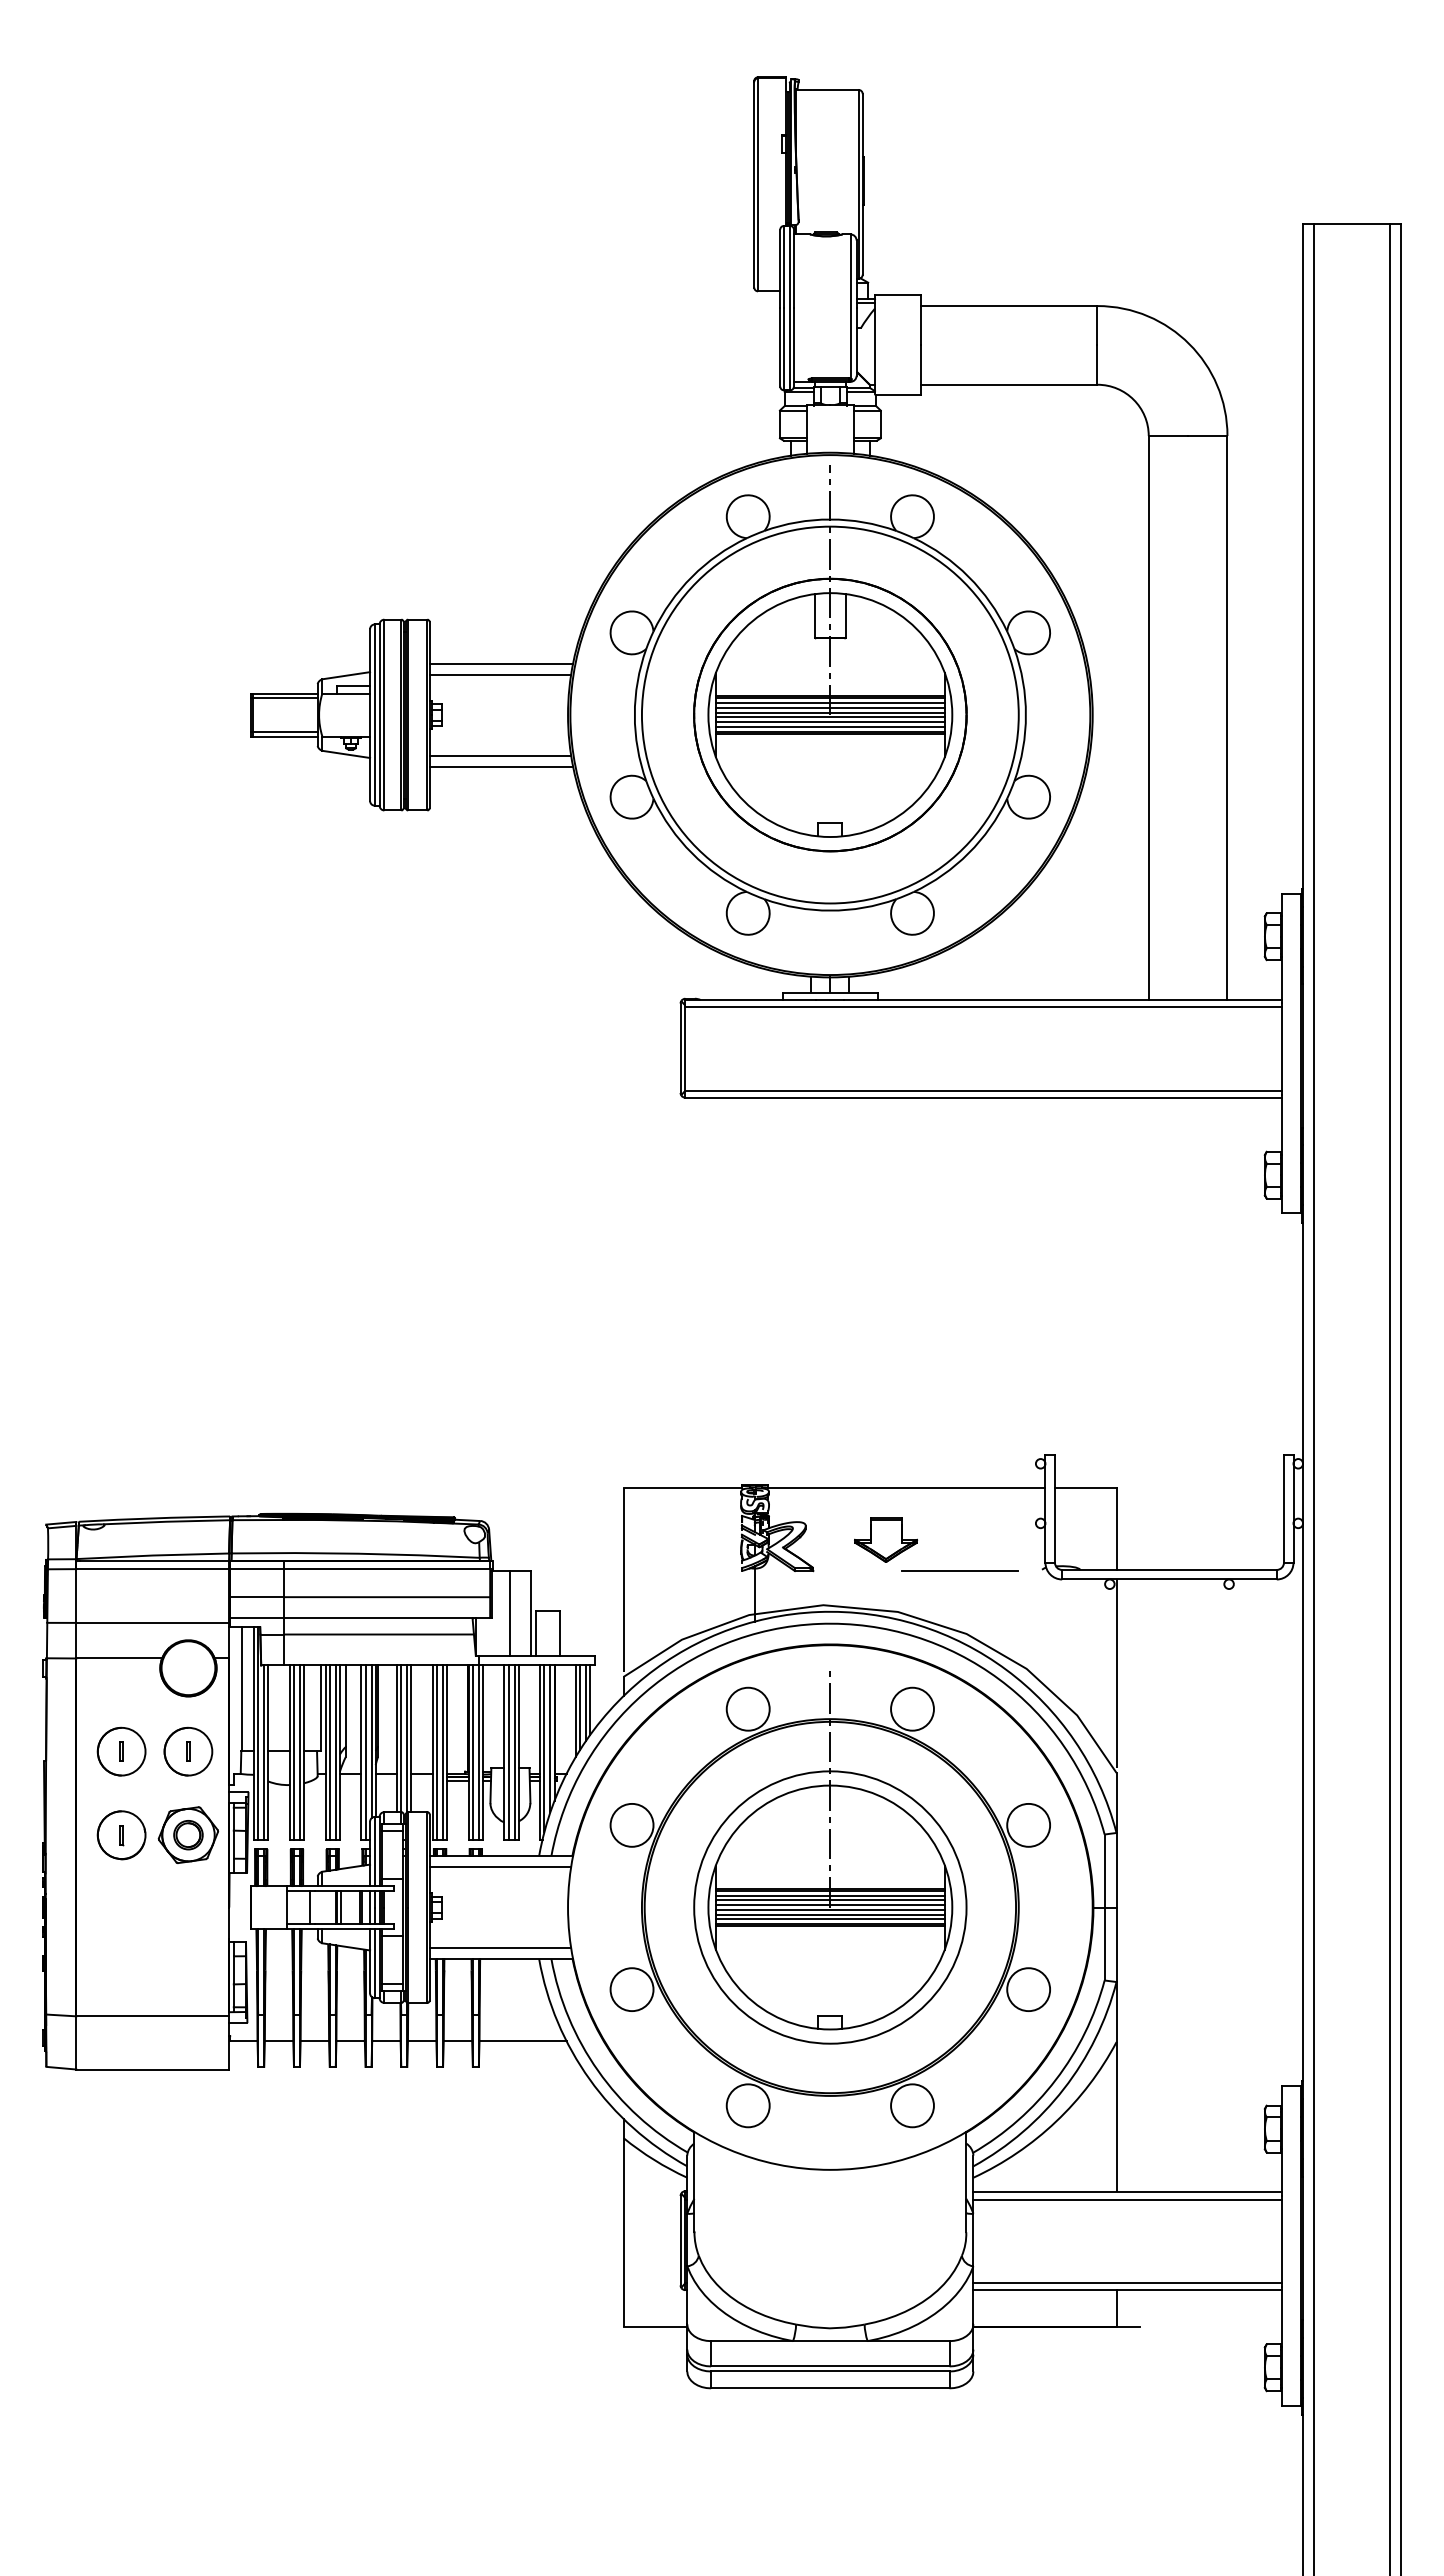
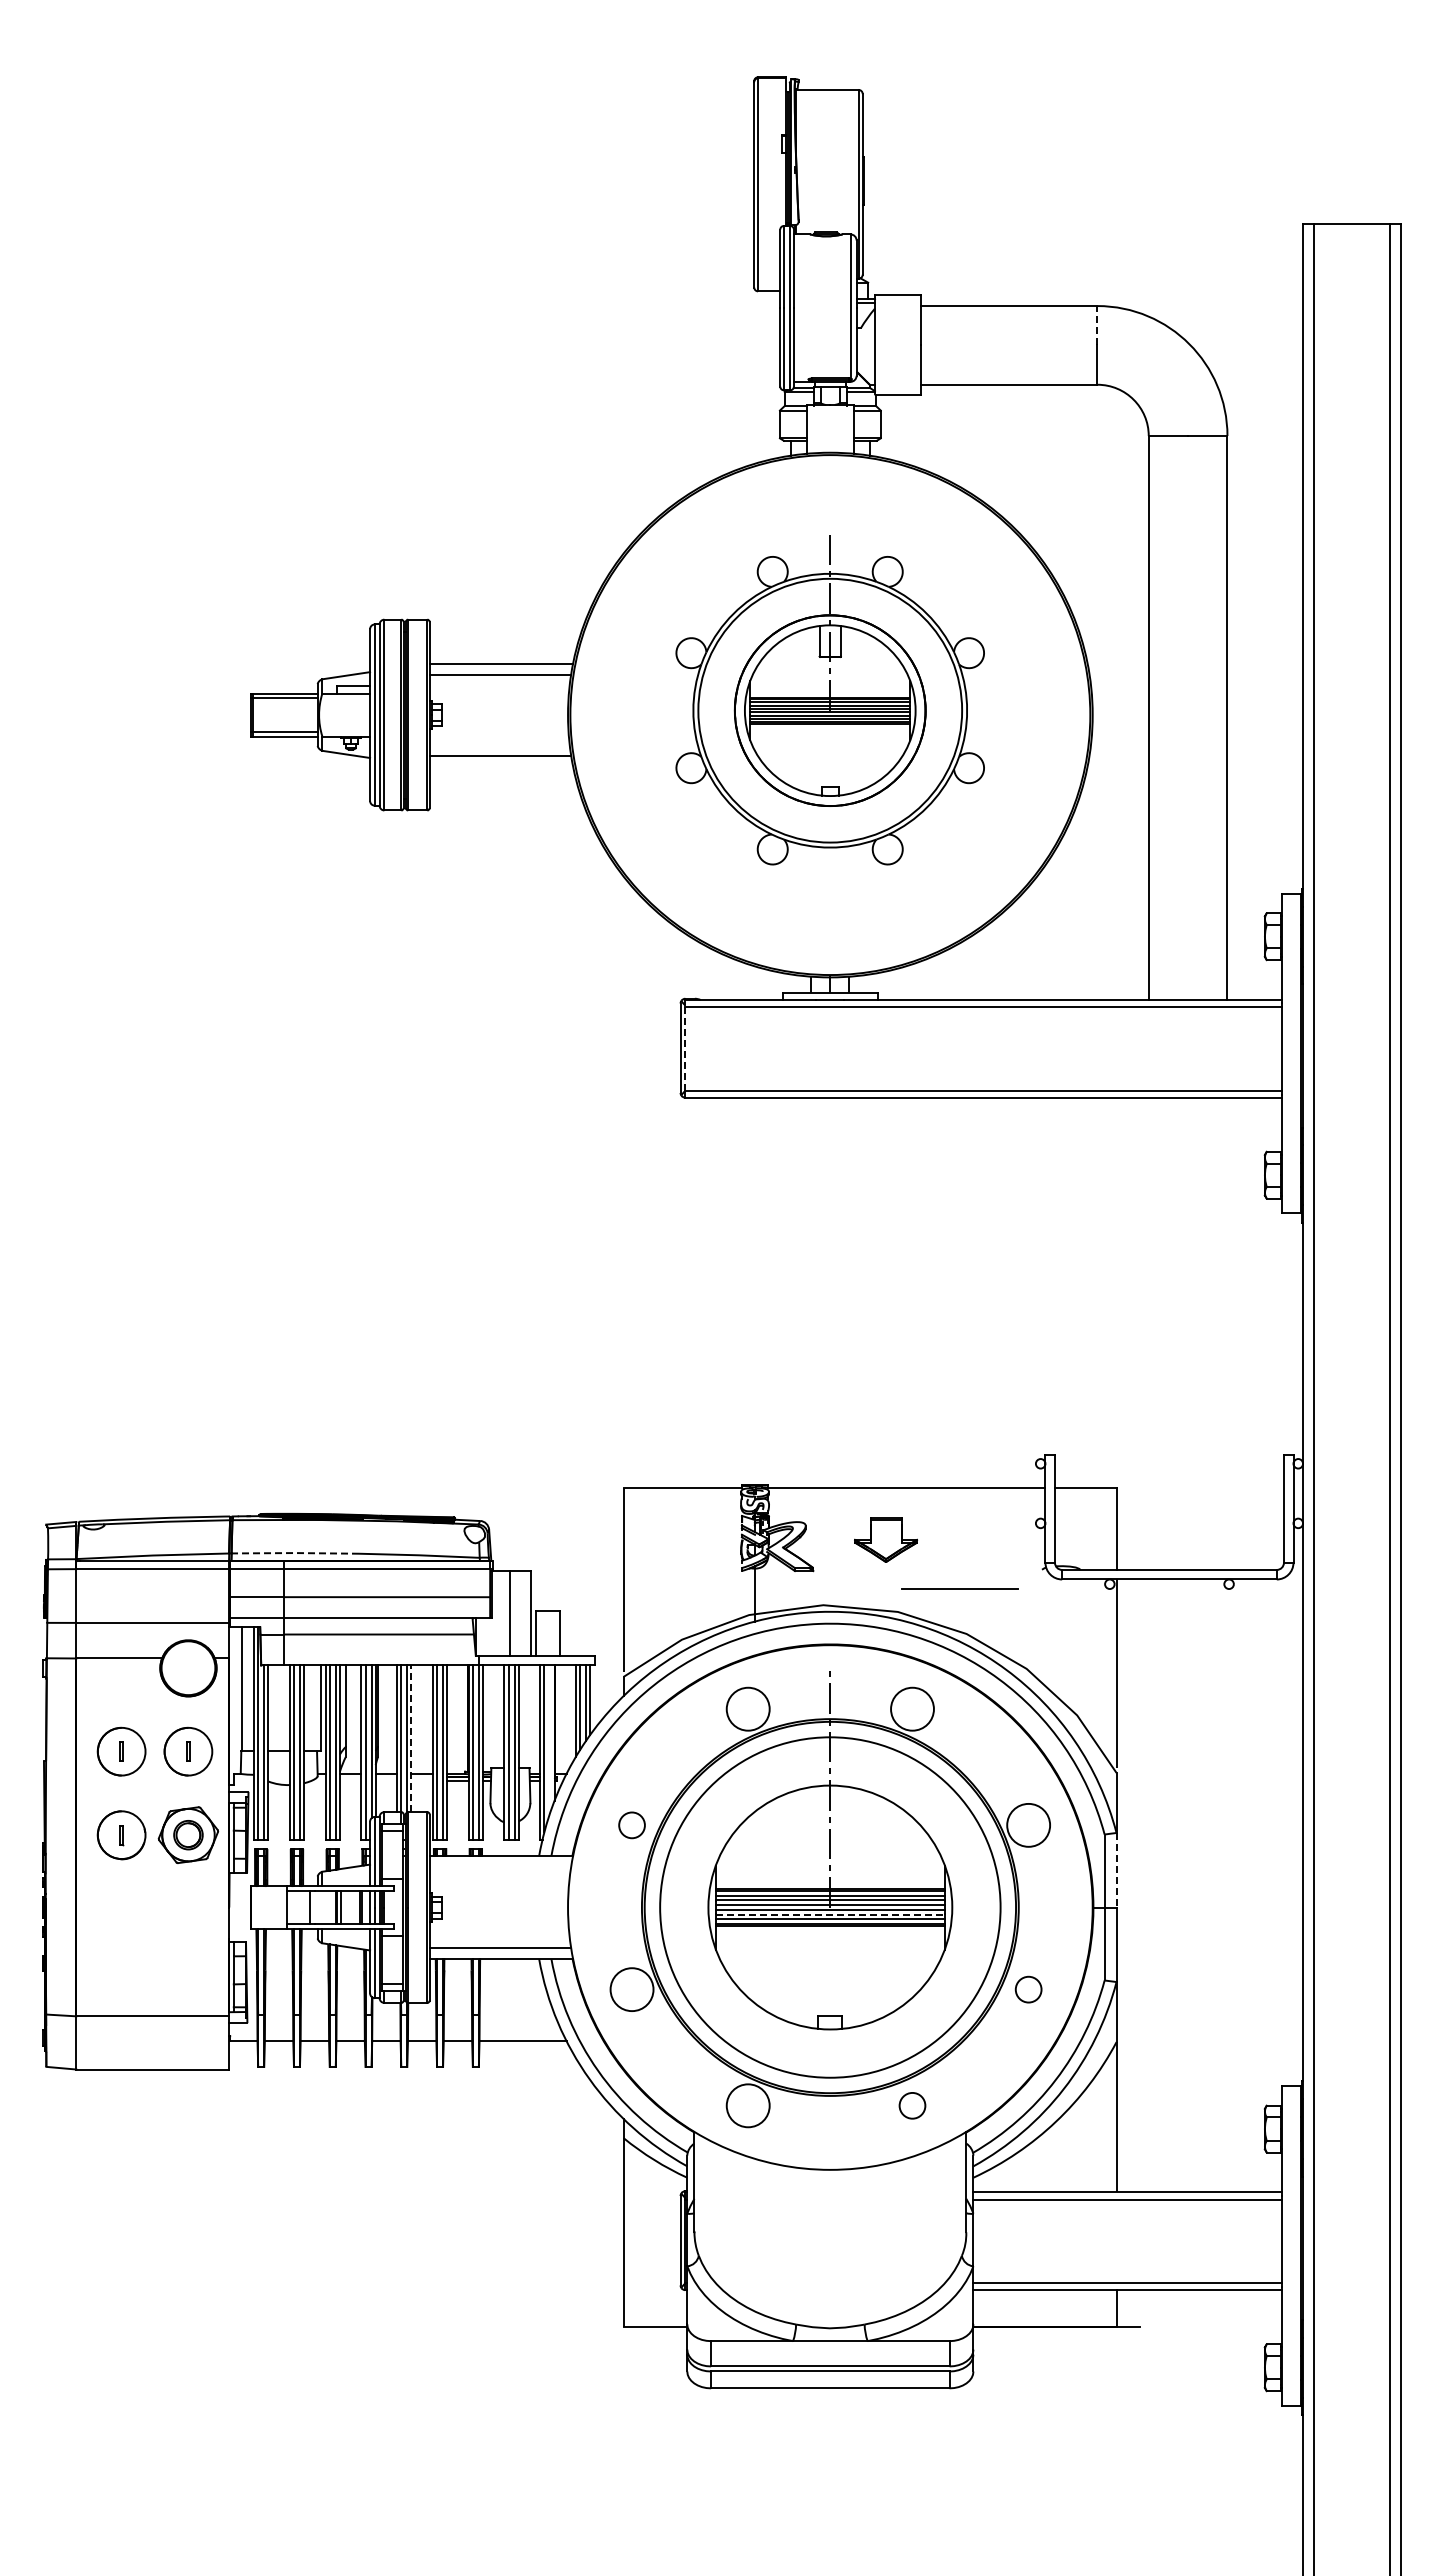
line at (1097, 325): solid -> dashed
part at (829, 700) size: 442x471 px -> 310x331 px
line at (501, 766): present -> none
line at (685, 1048): solid -> dashed
line at (295, 1553): solid -> dashed
line at (959, 1570) position: (959, 1570) -> (959, 1588)
line at (411, 1738): solid -> dashed
line at (550, 1738): present -> none
circle at (631, 1824) diameter: 43 px -> 26 px
line at (500, 1866): present -> none
line at (1116, 1870): solid -> dashed
circle at (830, 1907) diameter: 272 px -> 340 px
line at (830, 1914): solid -> dashed
circle at (1028, 1989) diameter: 43 px -> 26 px
circle at (912, 2105) diameter: 43 px -> 26 px
